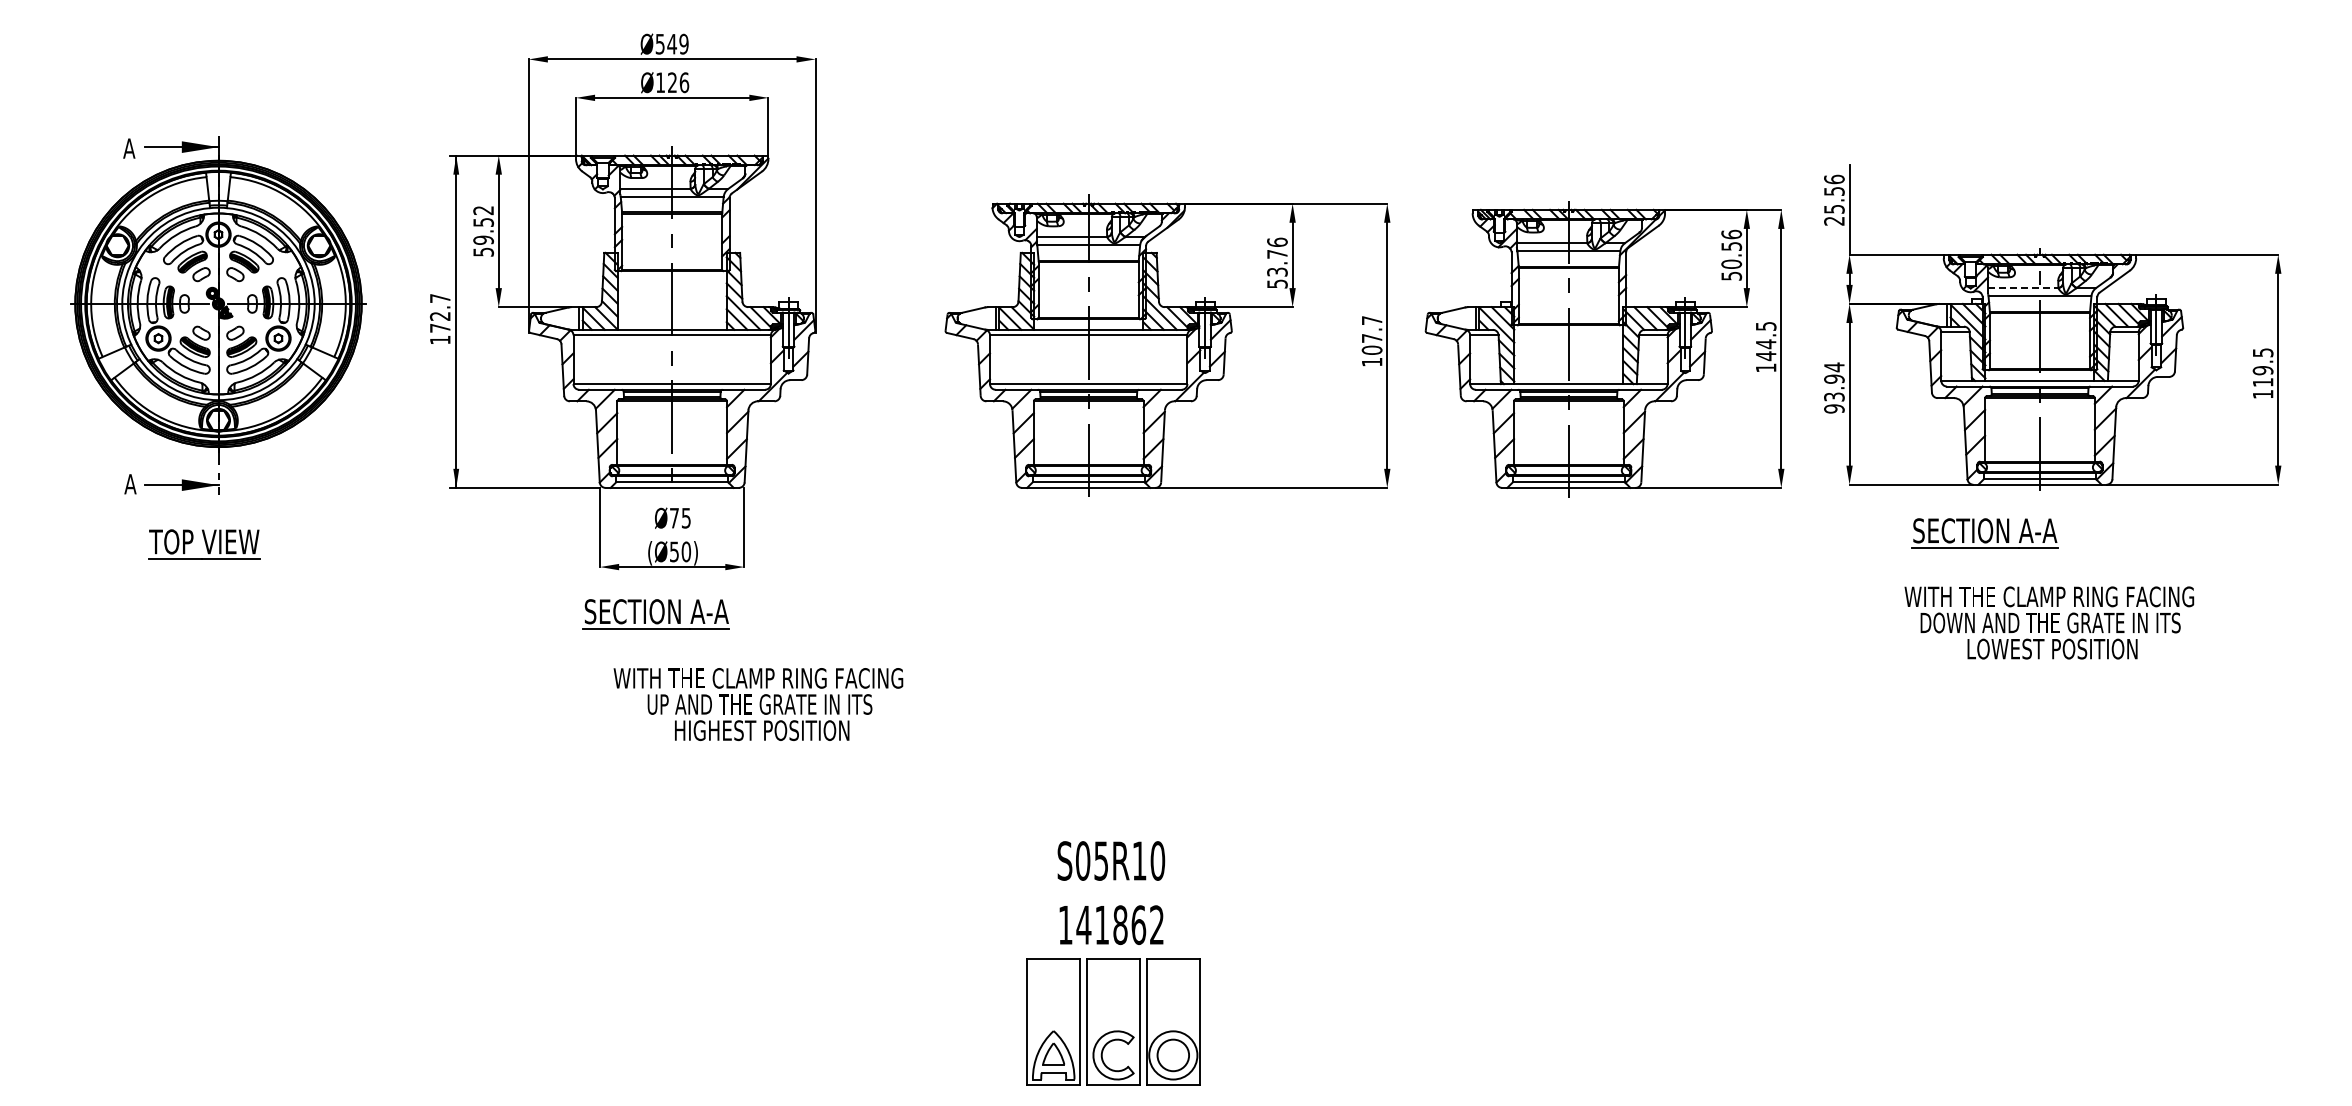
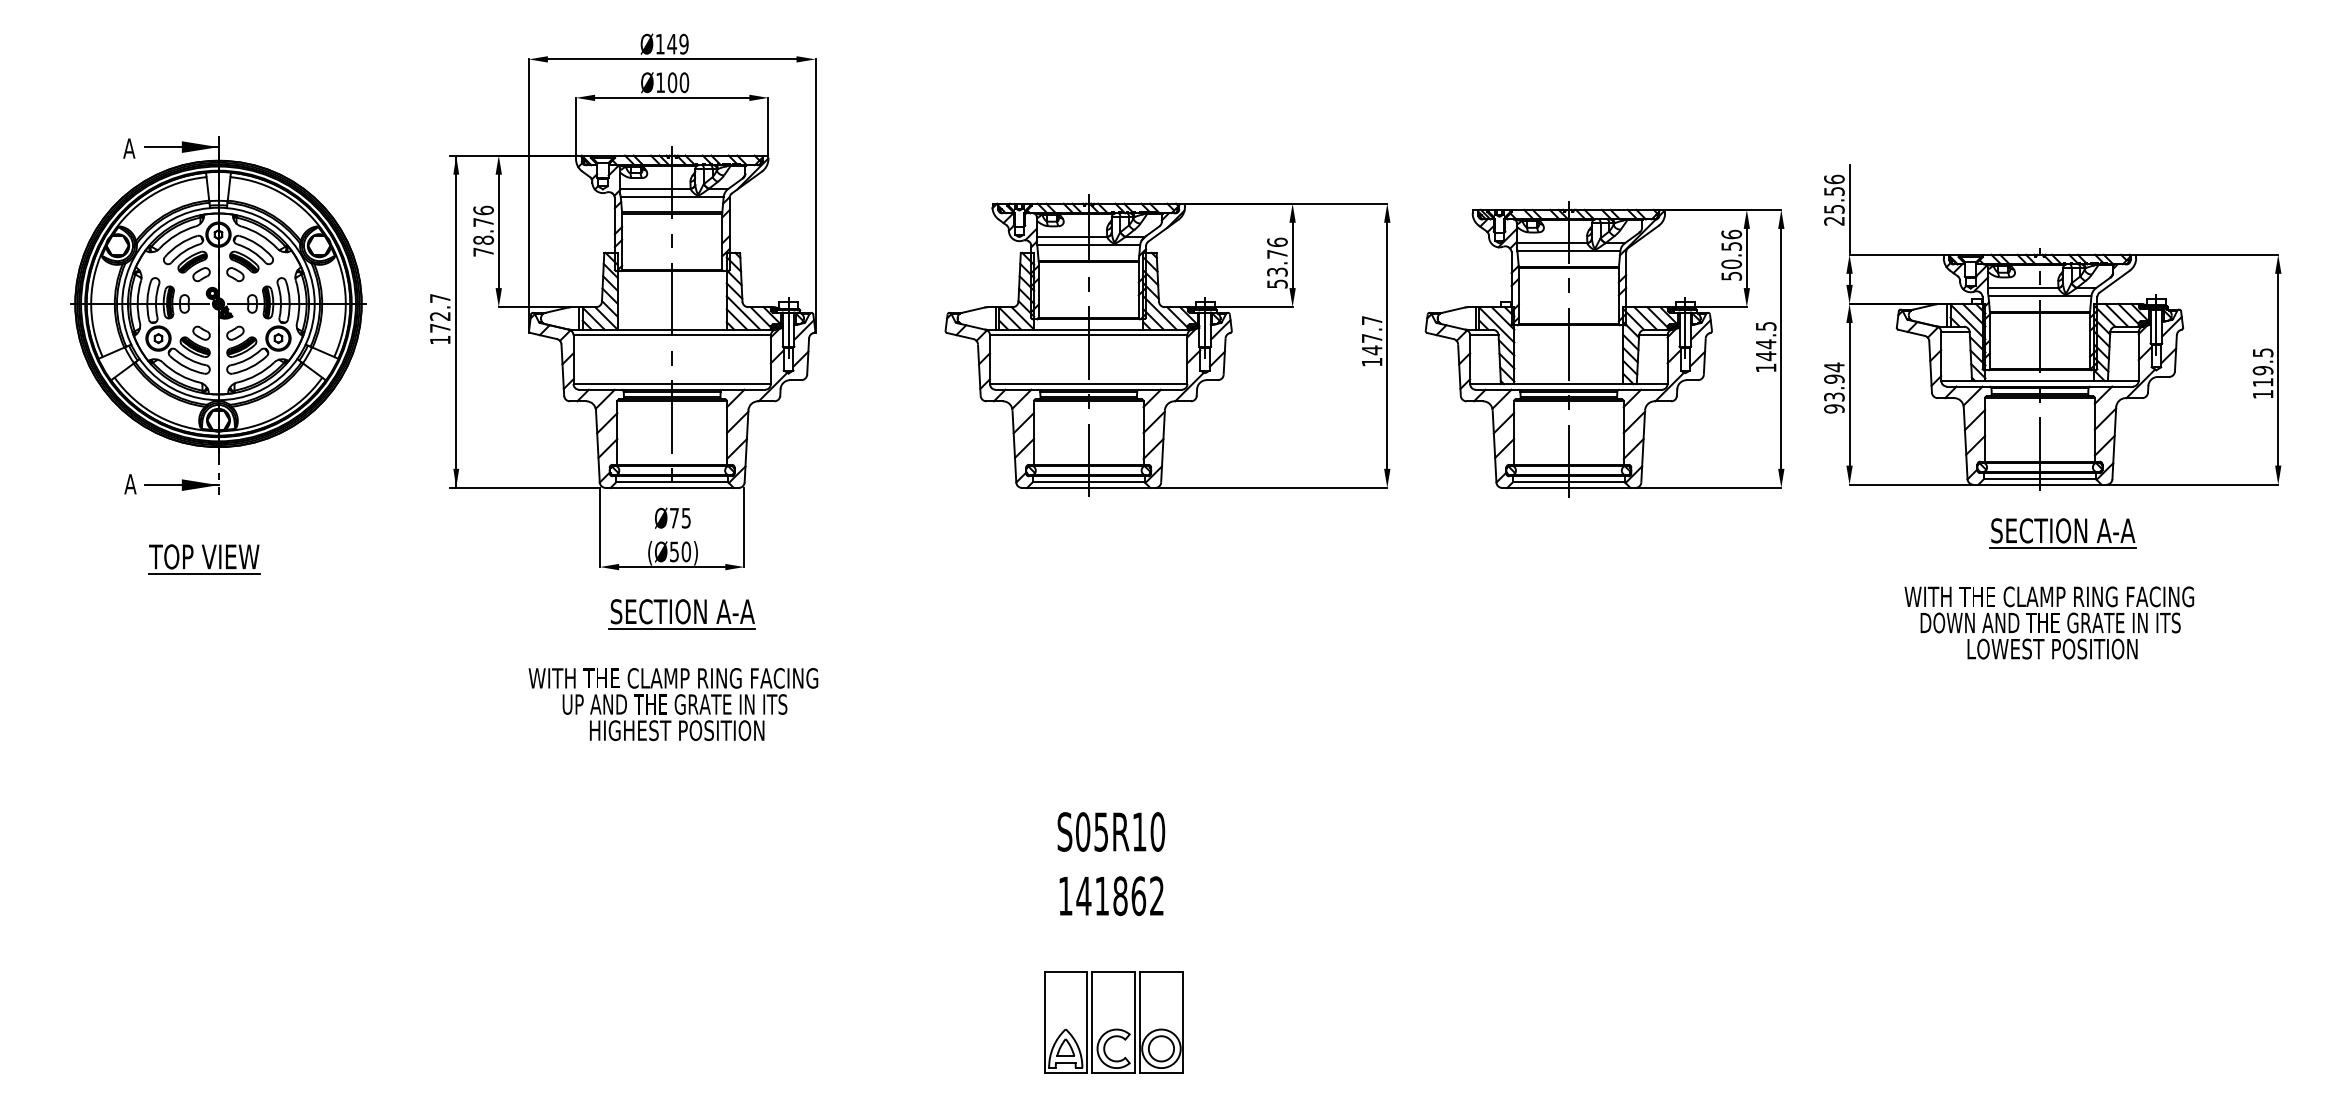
text at (659, 44): Ø549 -> Ø149
text at (678, 82): Ø126 -> Ø100
text at (483, 230): 59.52 -> 78.76
line at (2023, 288): dashed -> solid
text at (1371, 350): 107.7 -> 147.7
part at (1984, 533) position: (1984, 533) -> (2062, 533)
part at (204, 544) position: (204, 544) -> (204, 559)
part at (655, 614) position: (655, 614) -> (681, 614)
text at (758, 704) position: (758, 704) -> (673, 704)
text at (1111, 893) position: (1111, 893) -> (1111, 864)
part at (1113, 1021) size: 175x128 px -> 140x103 px
